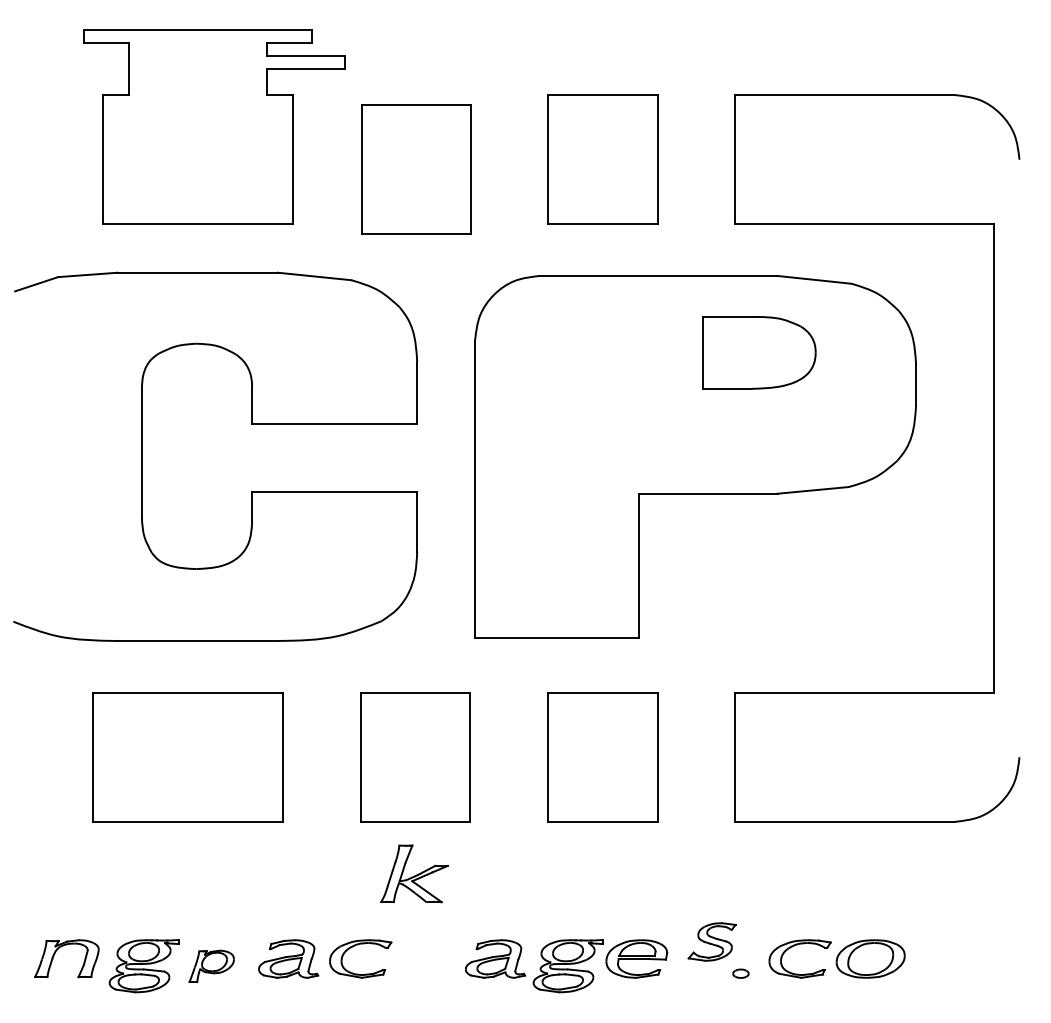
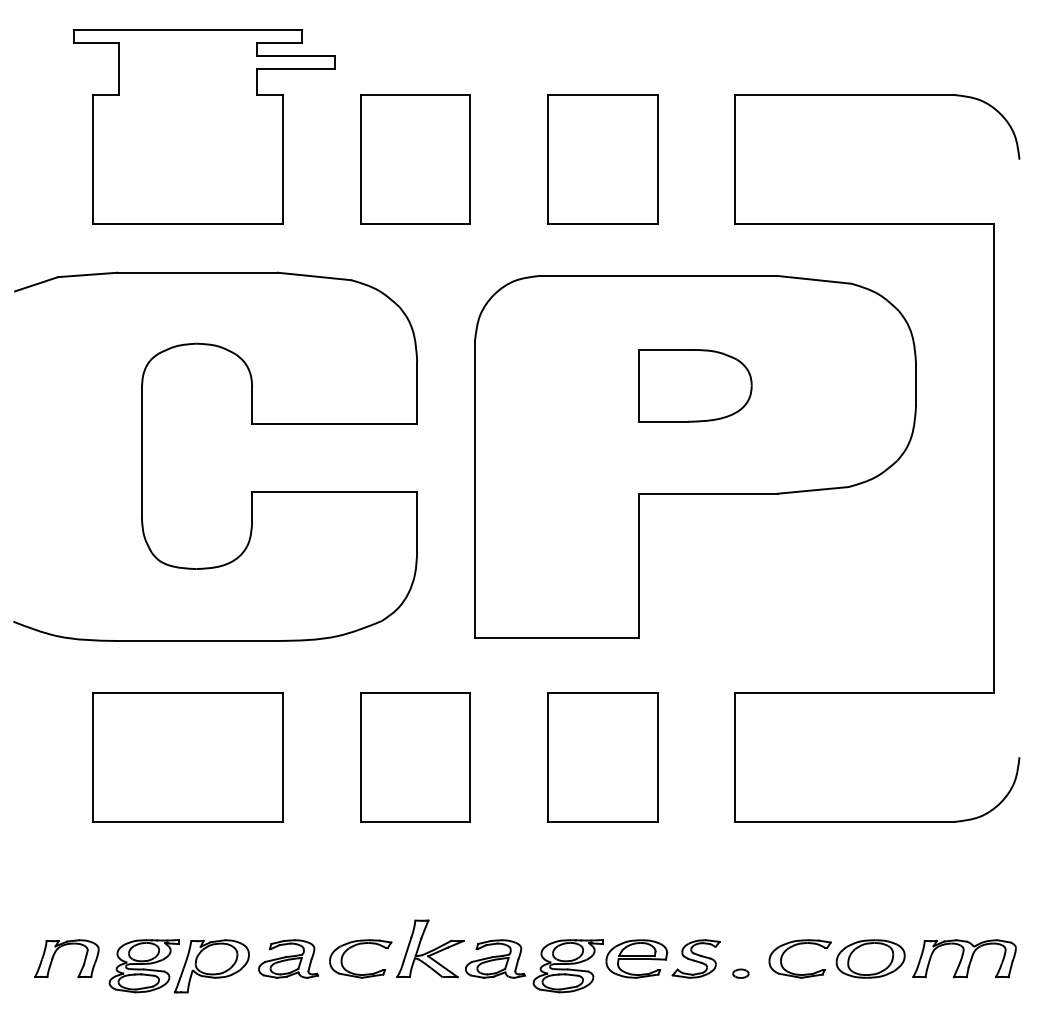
part at (214, 126) position: (214, 126) -> (204, 126)
part at (416, 169) position: (416, 169) -> (415, 159)
part at (759, 352) position: (759, 352) -> (695, 385)
part at (414, 873) position: (414, 873) -> (430, 948)
part at (711, 941) position: (711, 941) -> (695, 958)
part at (964, 958): none -> present
part at (211, 965) size: 47x34 px -> 77x55 px
